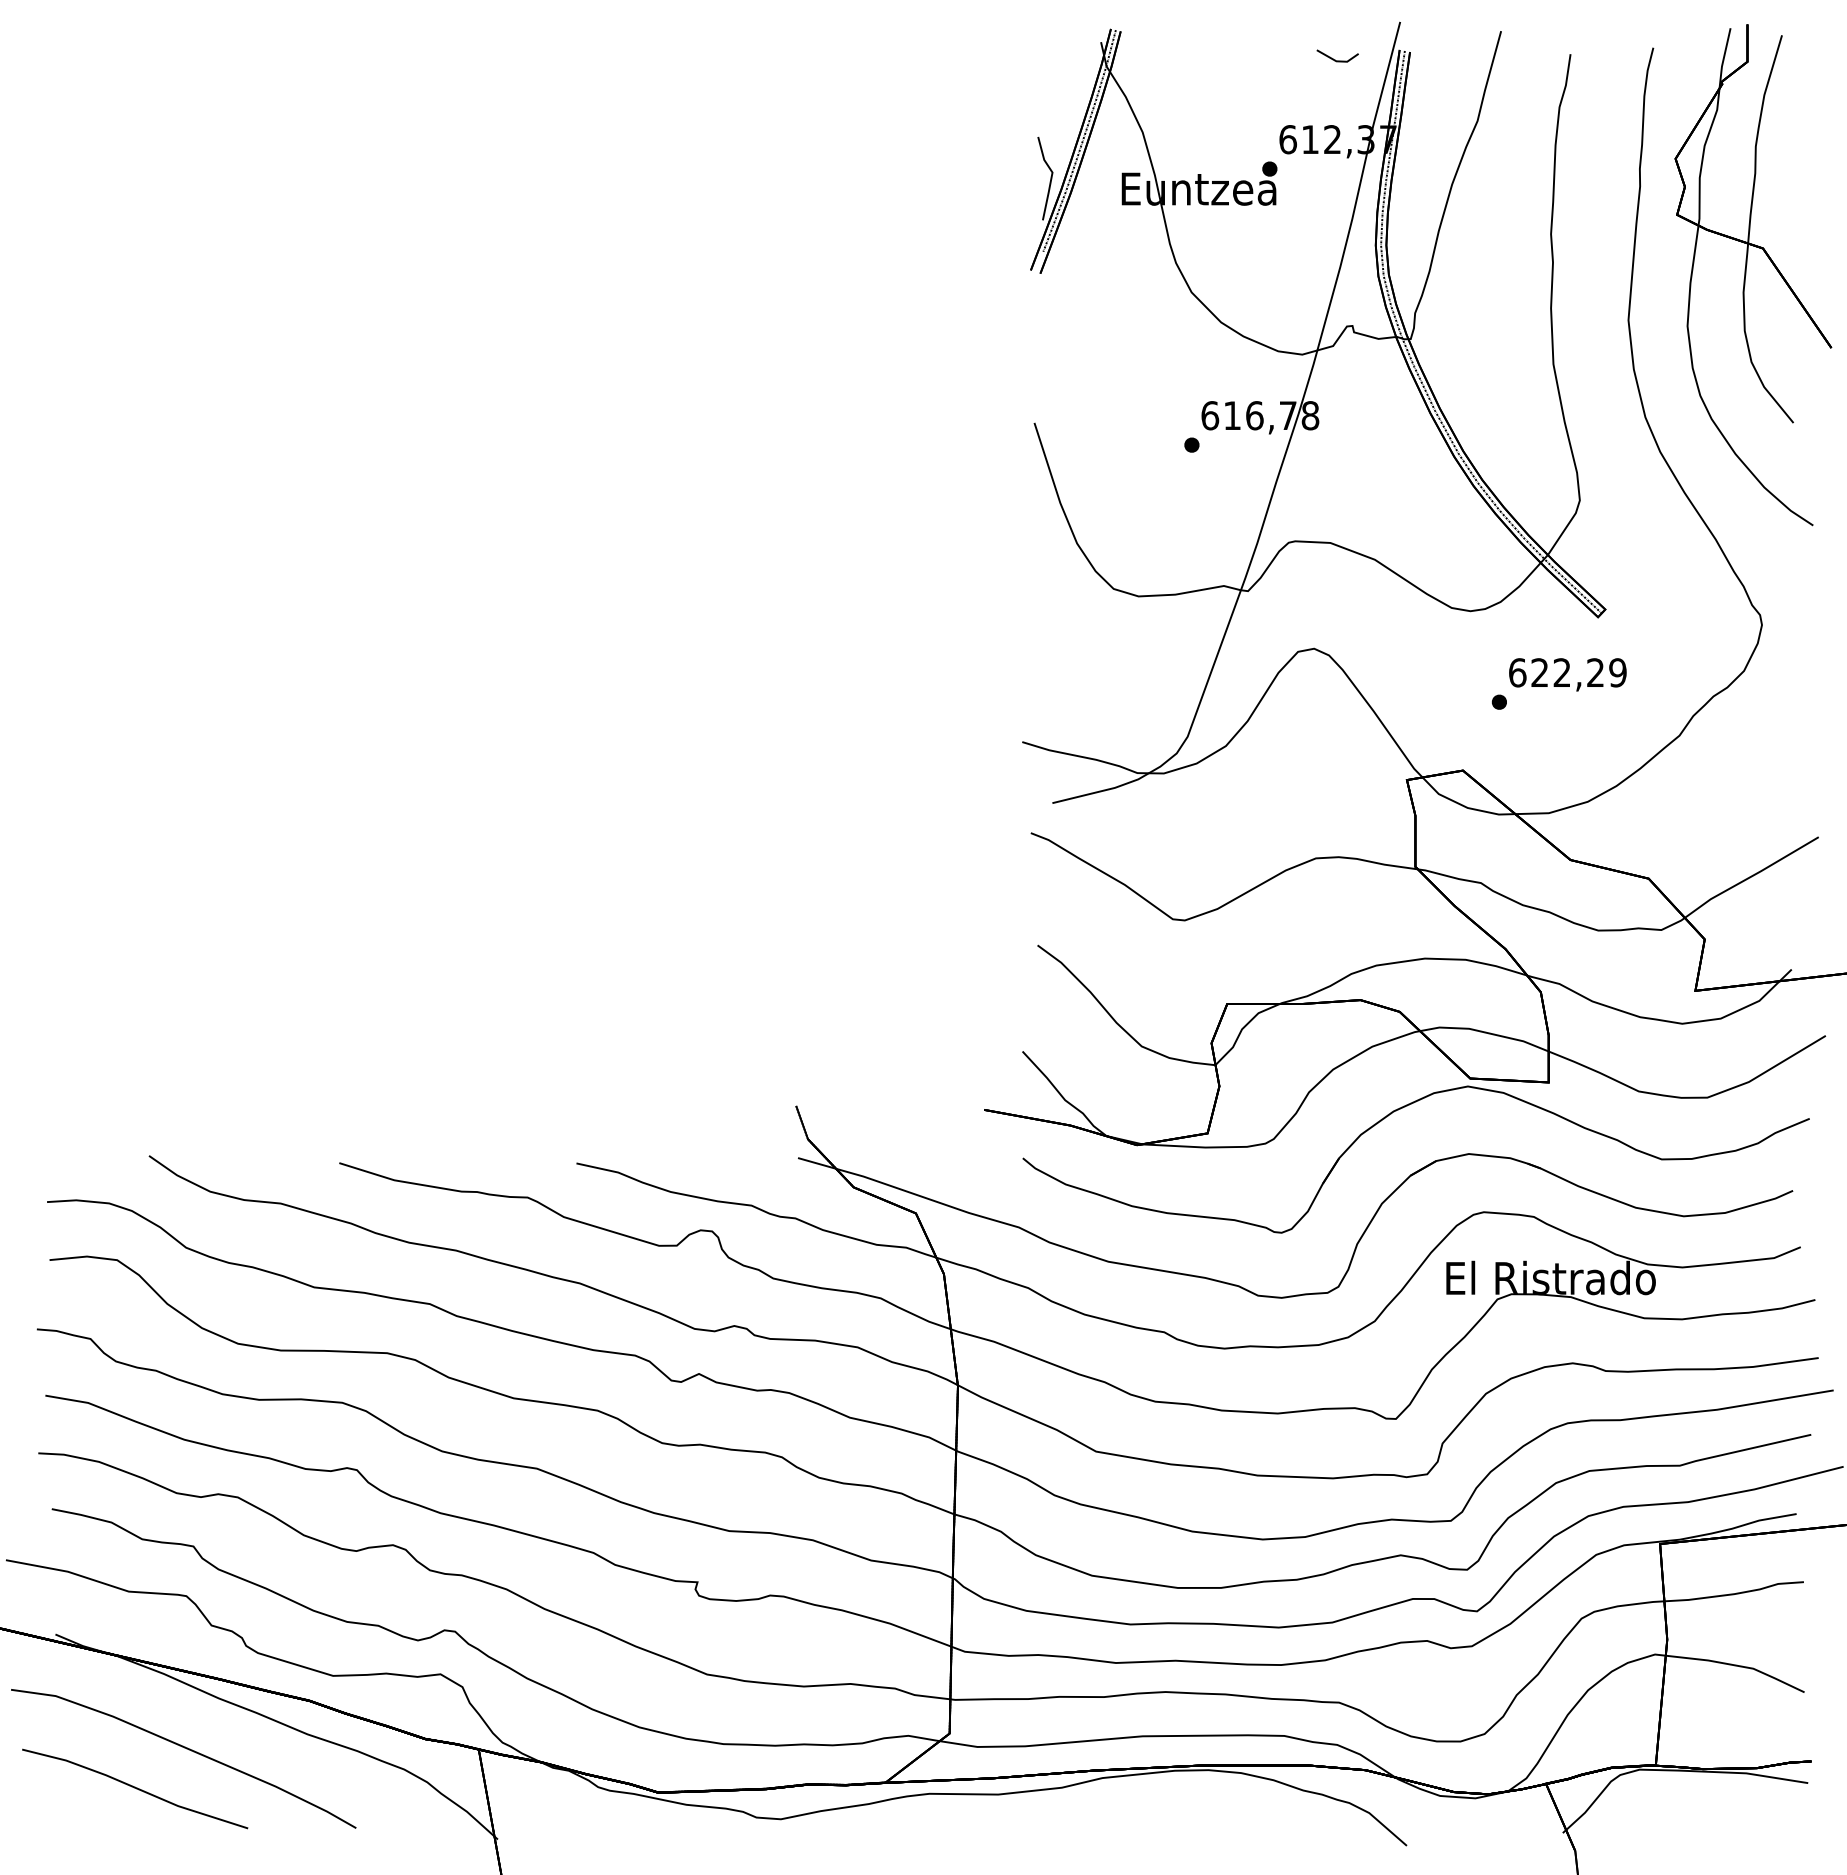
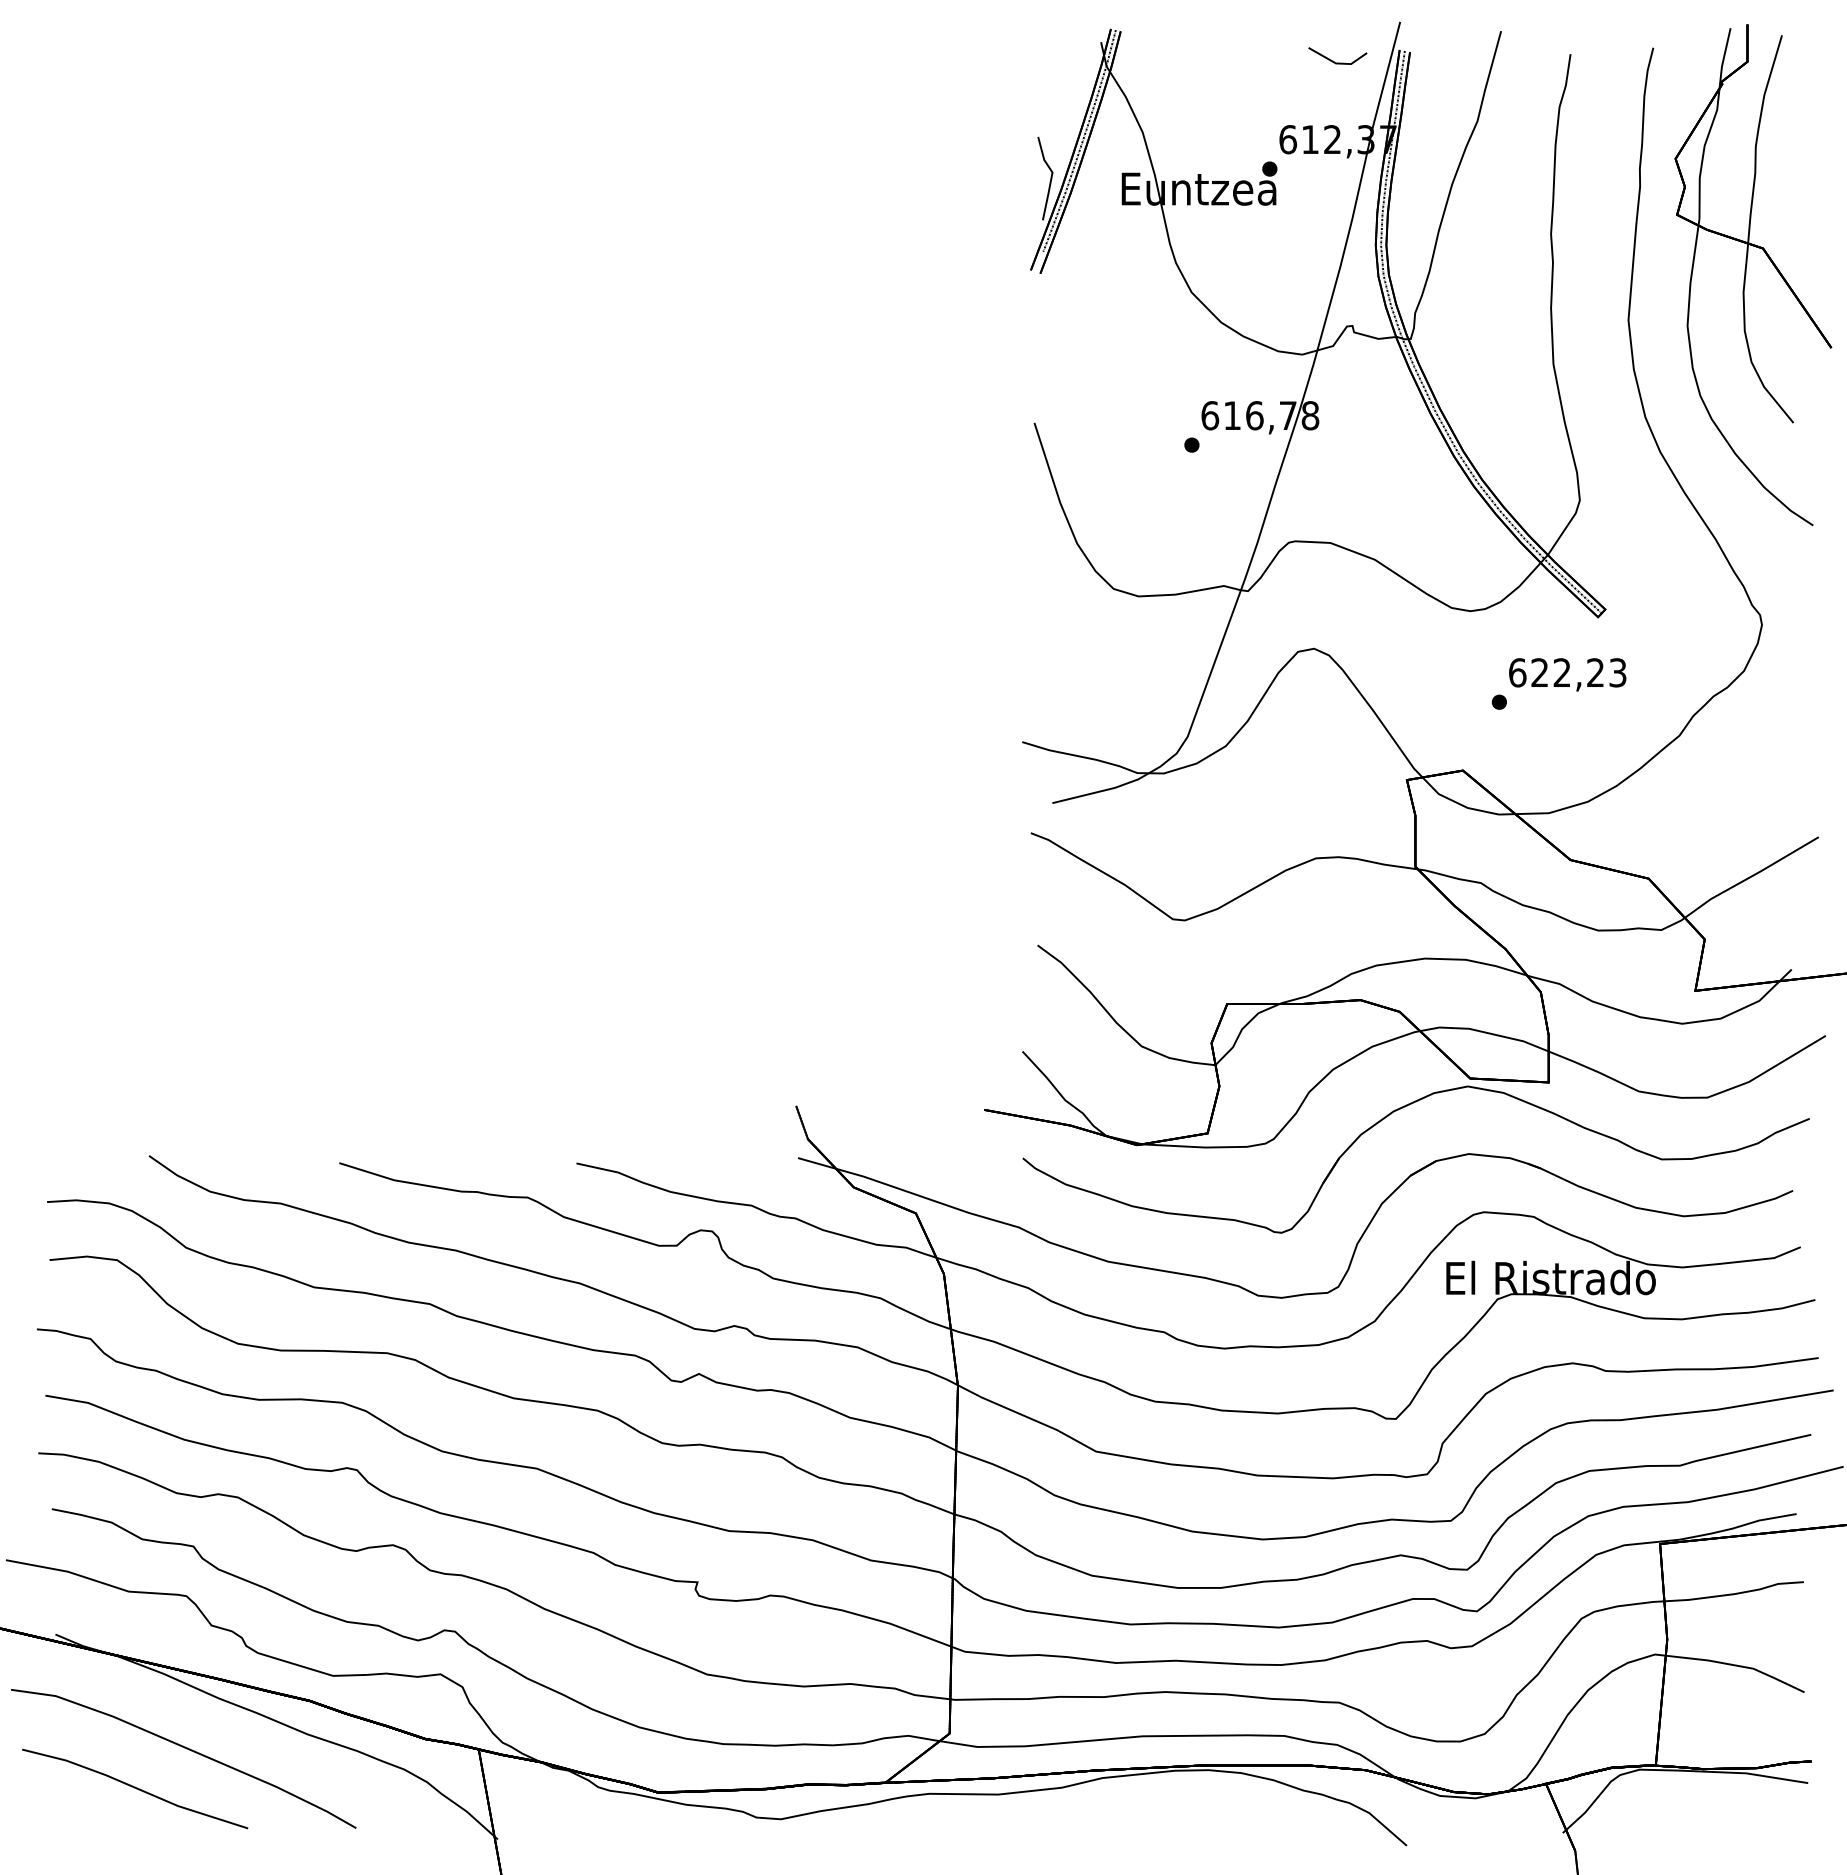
part at (1337, 55) size: 43x14 px -> 60x18 px
text at (1617, 672): 622,29 -> 622,23
